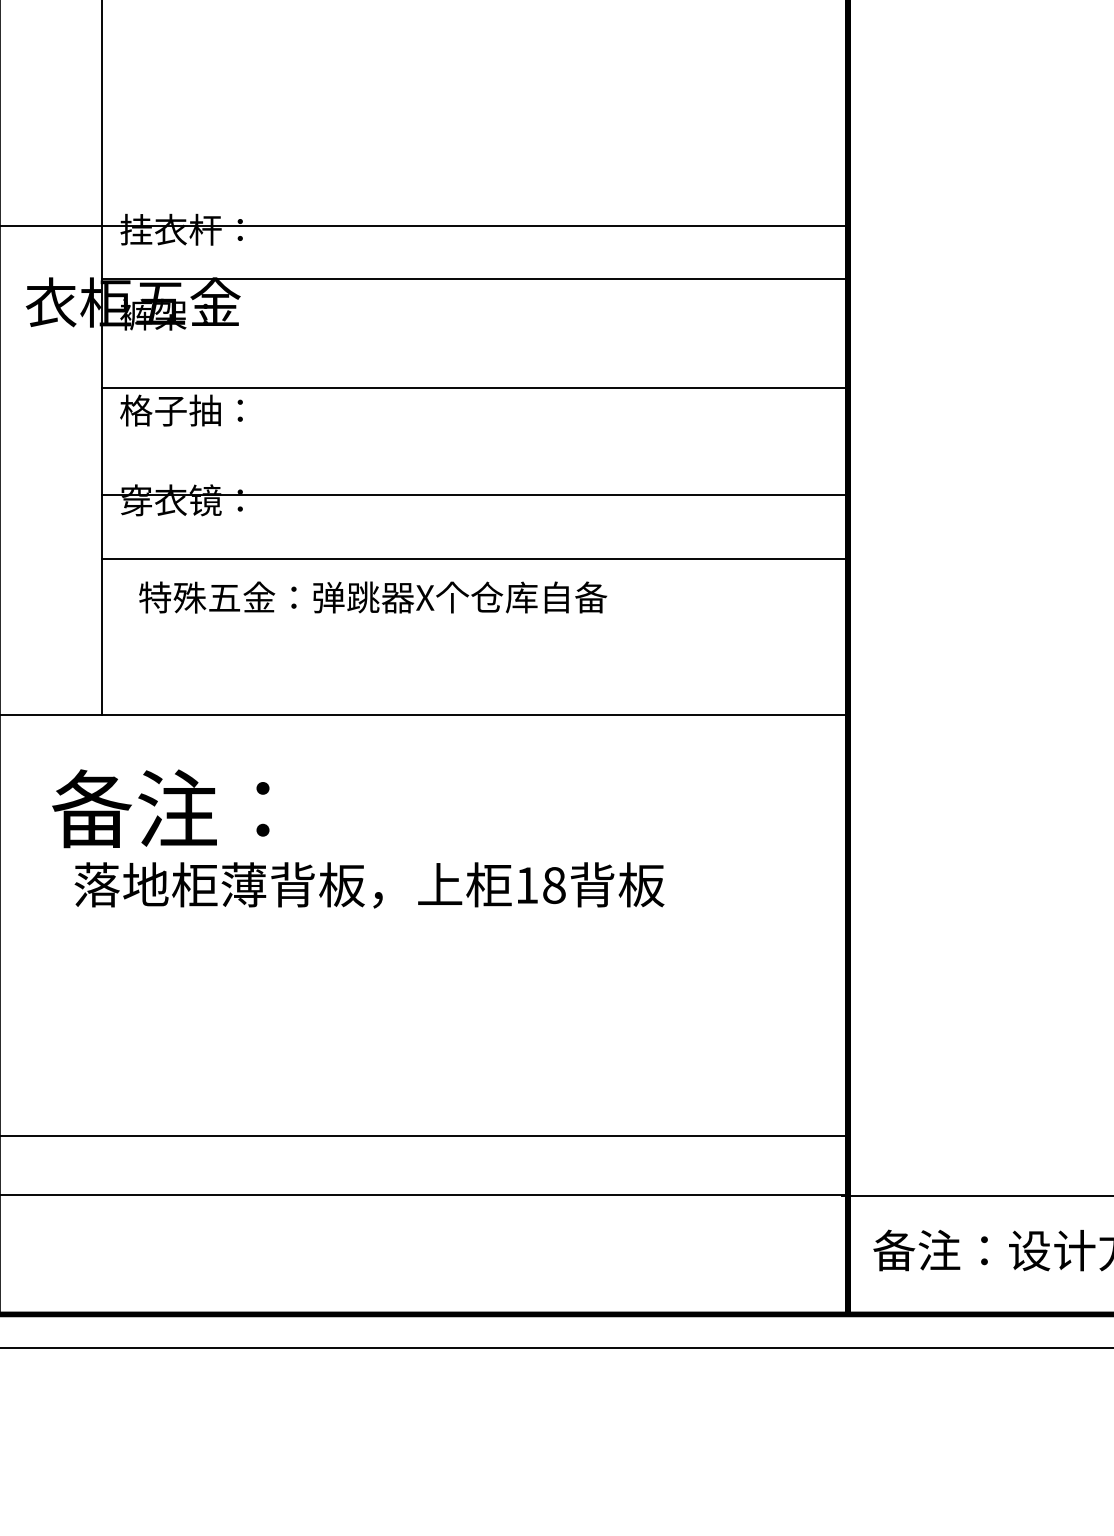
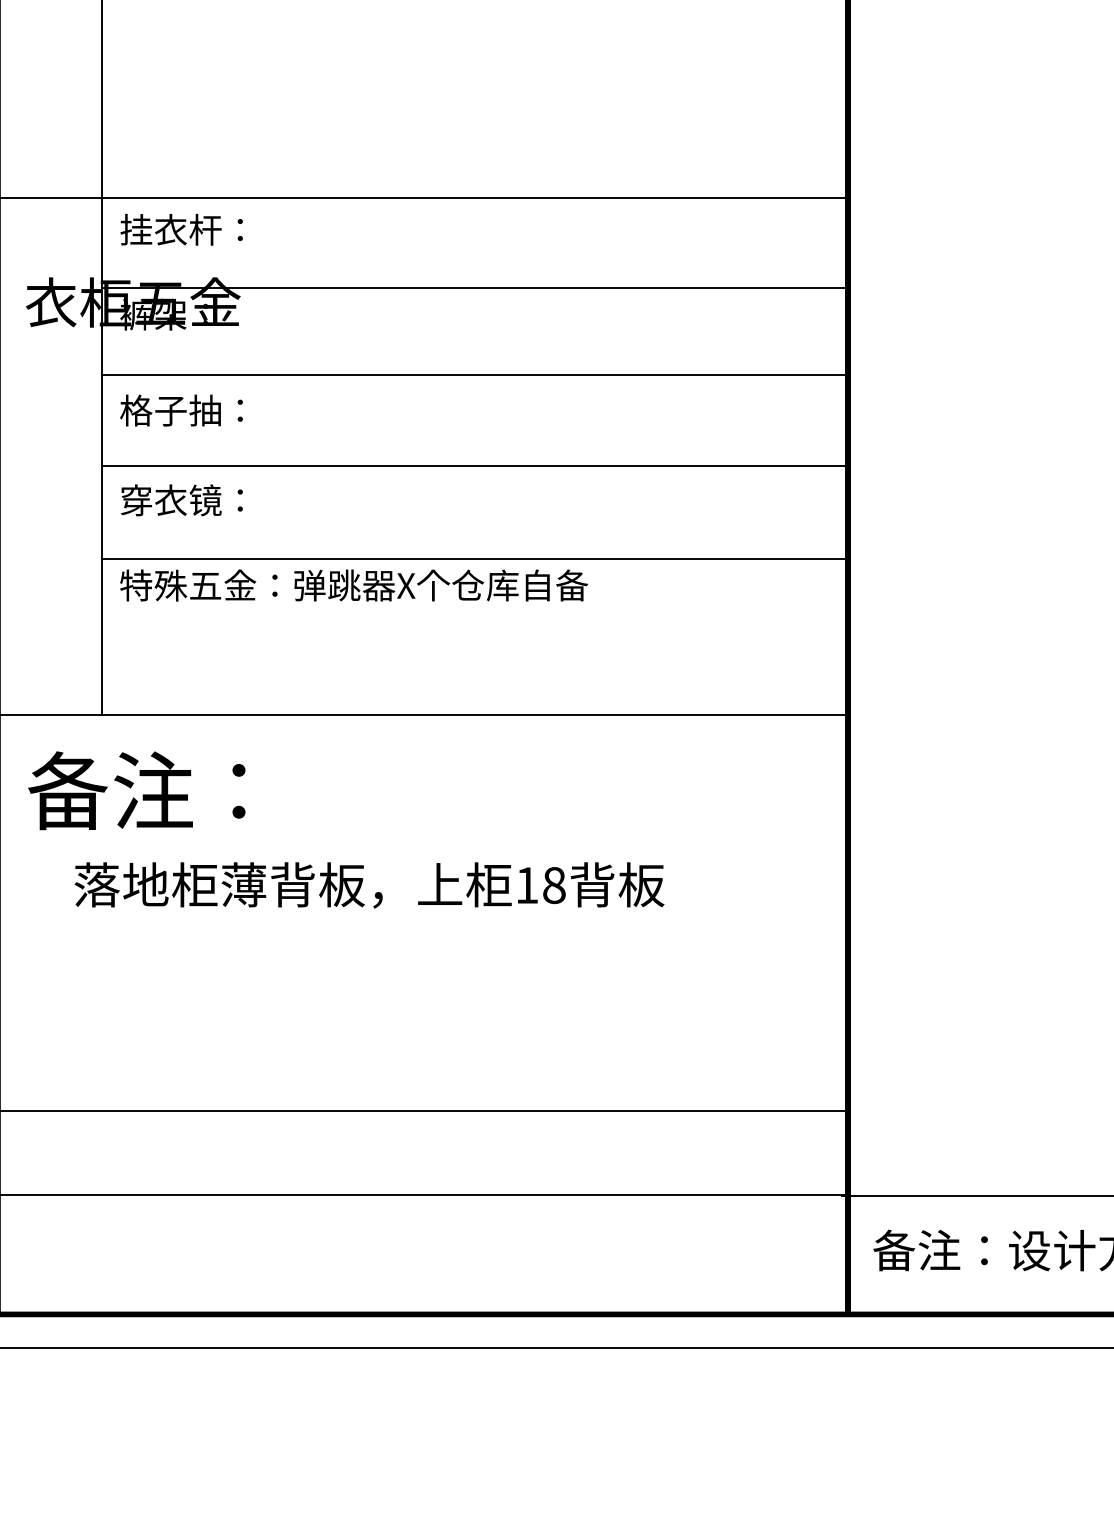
line at (424, 225) position: (424, 225) -> (424, 197)
line at (474, 279) position: (474, 279) -> (474, 288)
line at (474, 388) position: (474, 388) -> (474, 375)
line at (474, 495) position: (474, 495) -> (474, 466)
text at (373, 597) position: (373, 597) -> (354, 585)
text at (160, 808) position: (160, 808) -> (136, 790)
line at (424, 1135) position: (424, 1135) -> (424, 1110)
